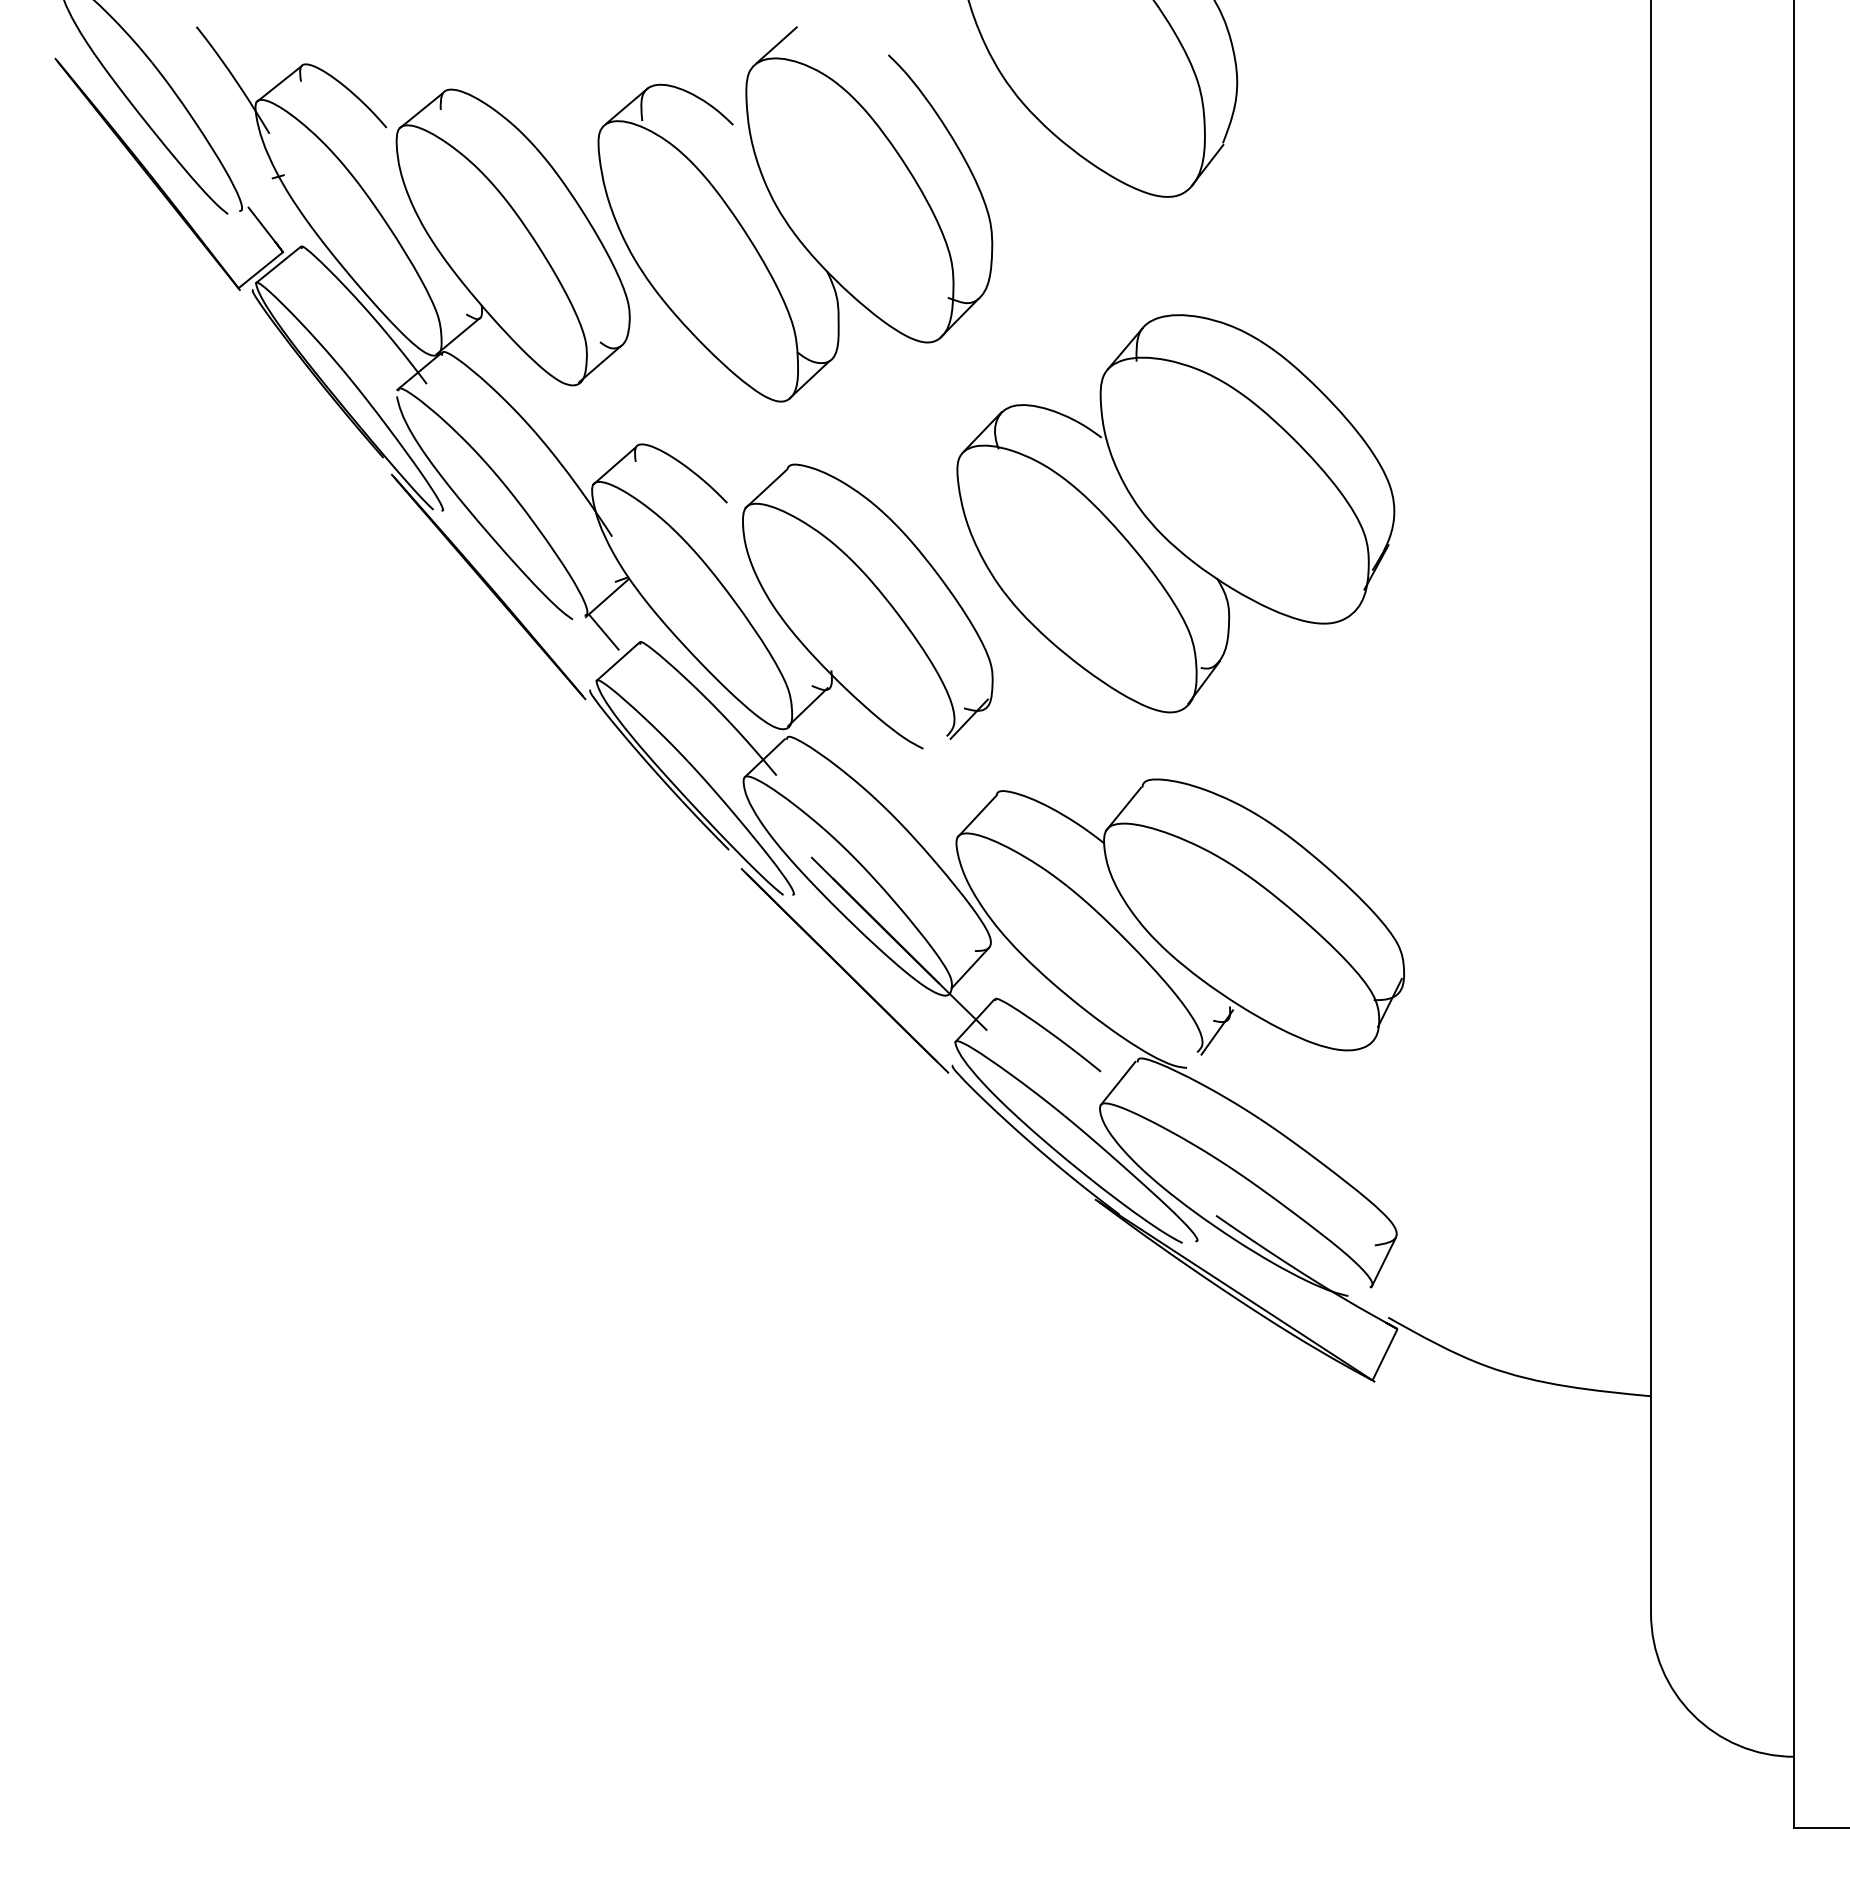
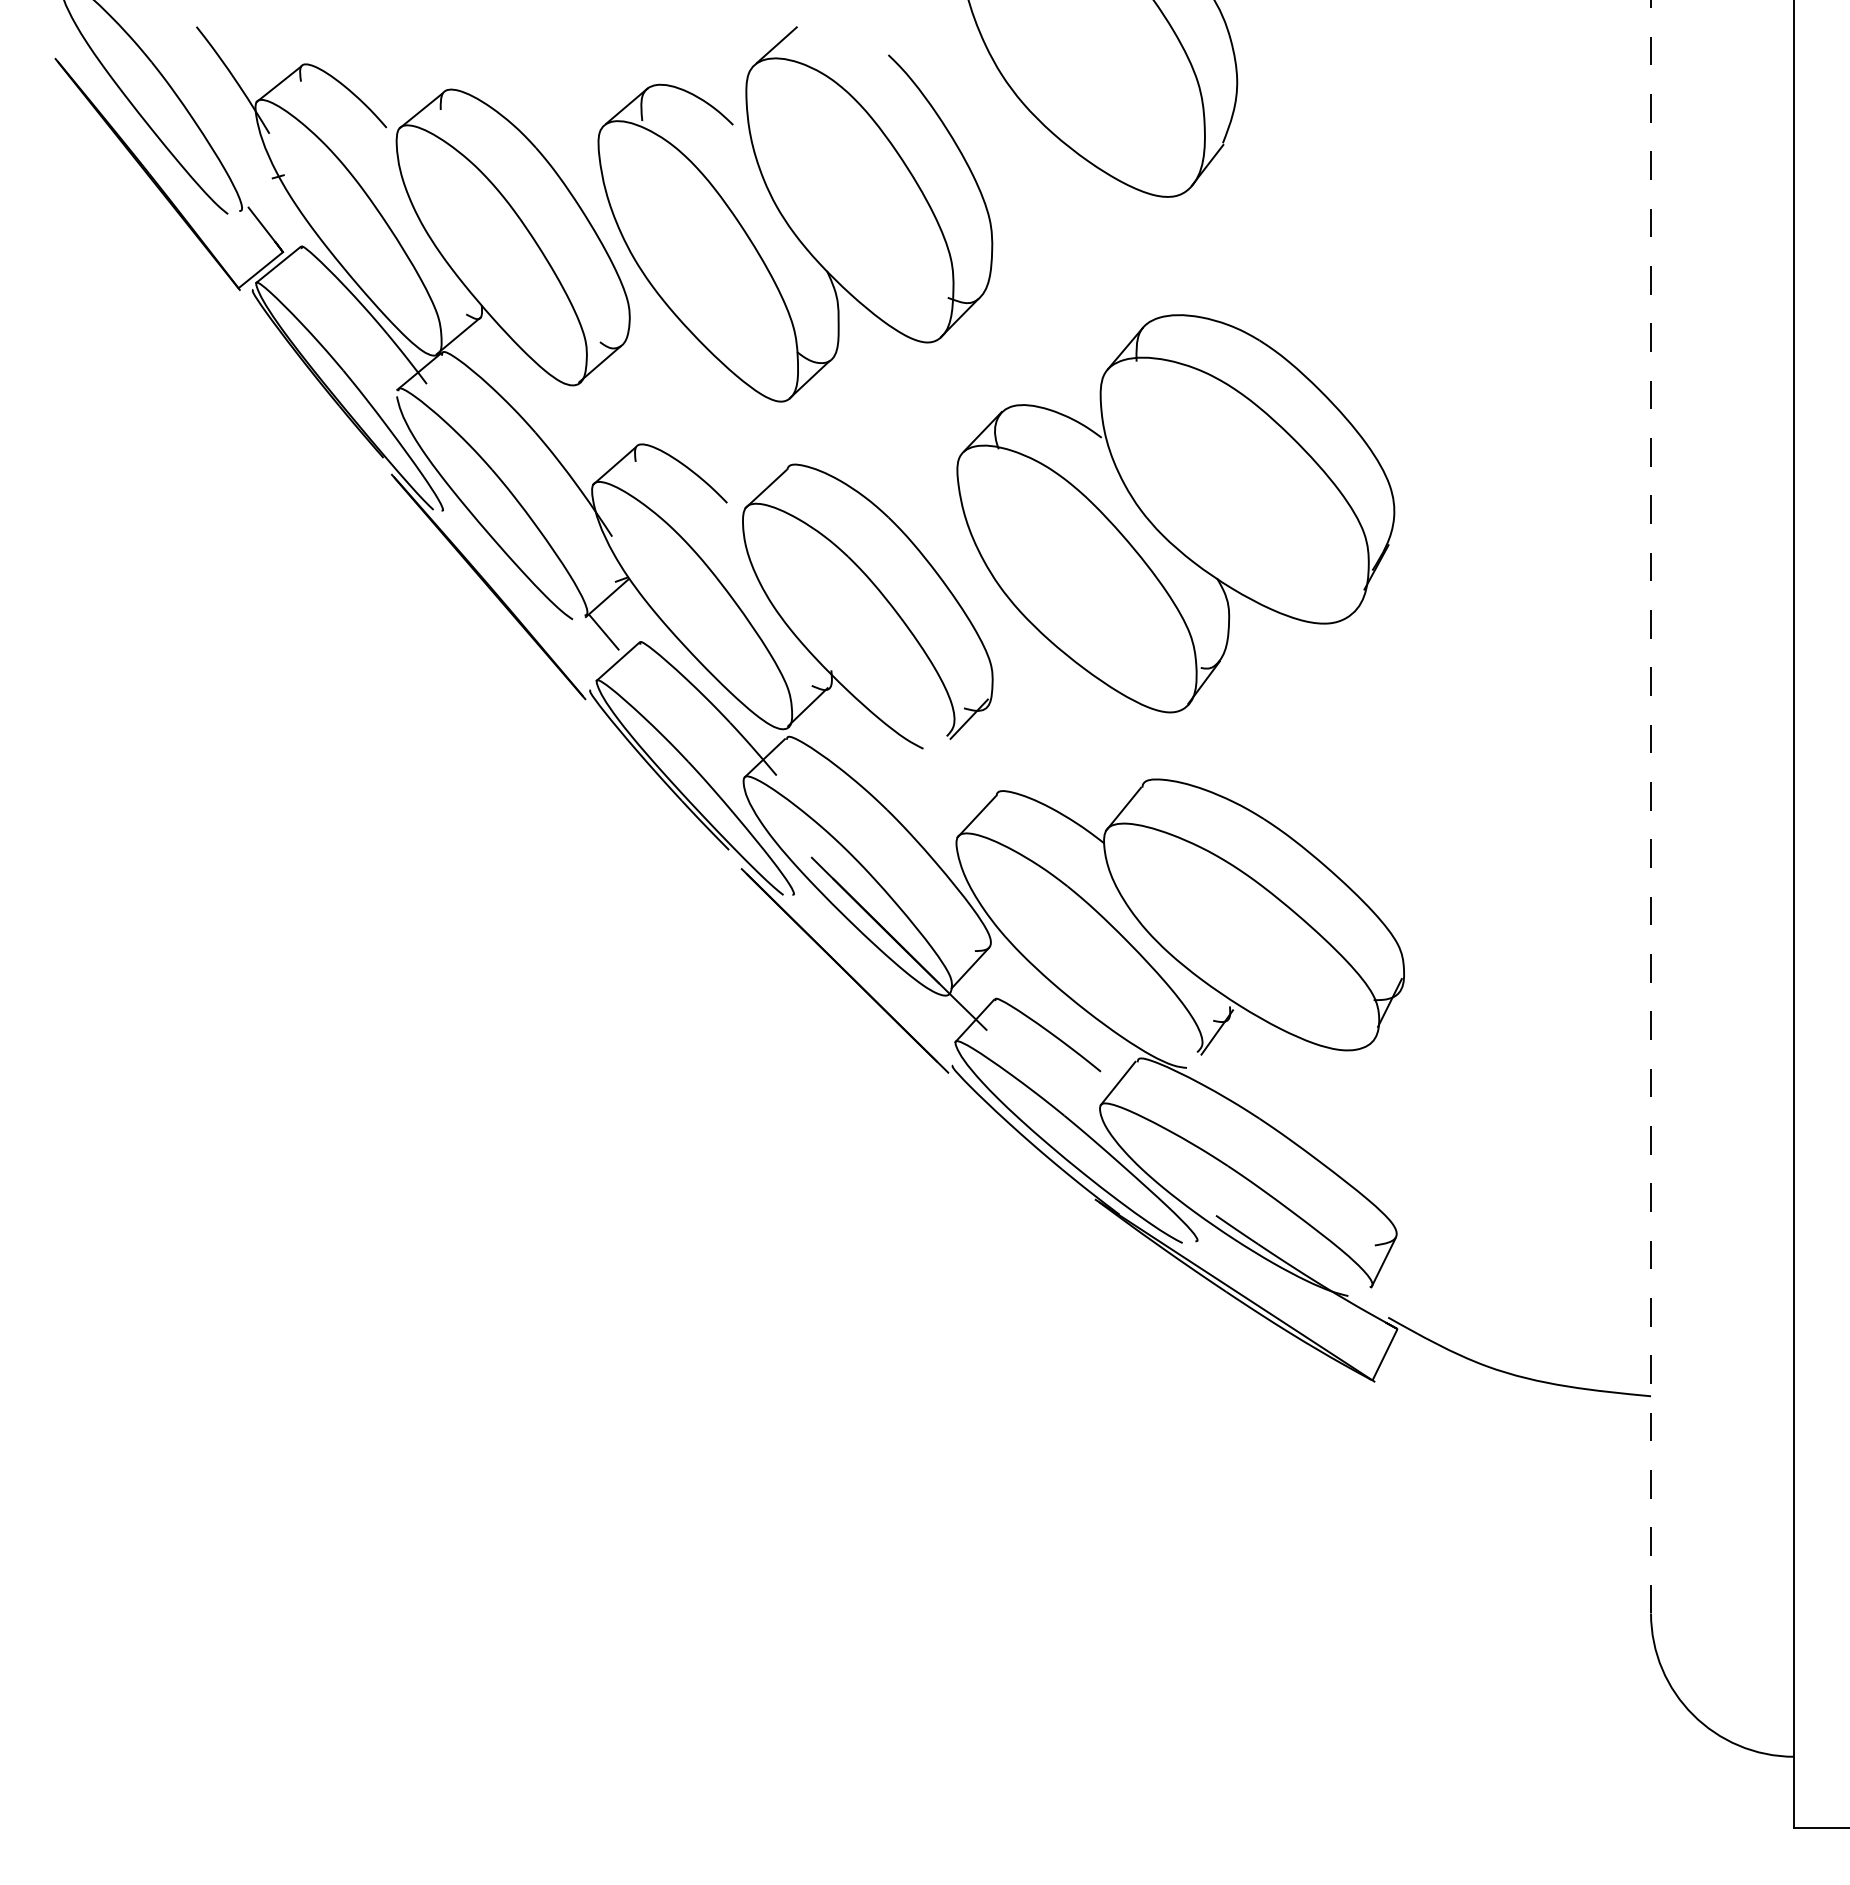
line at (1651, 806): solid -> dashed
